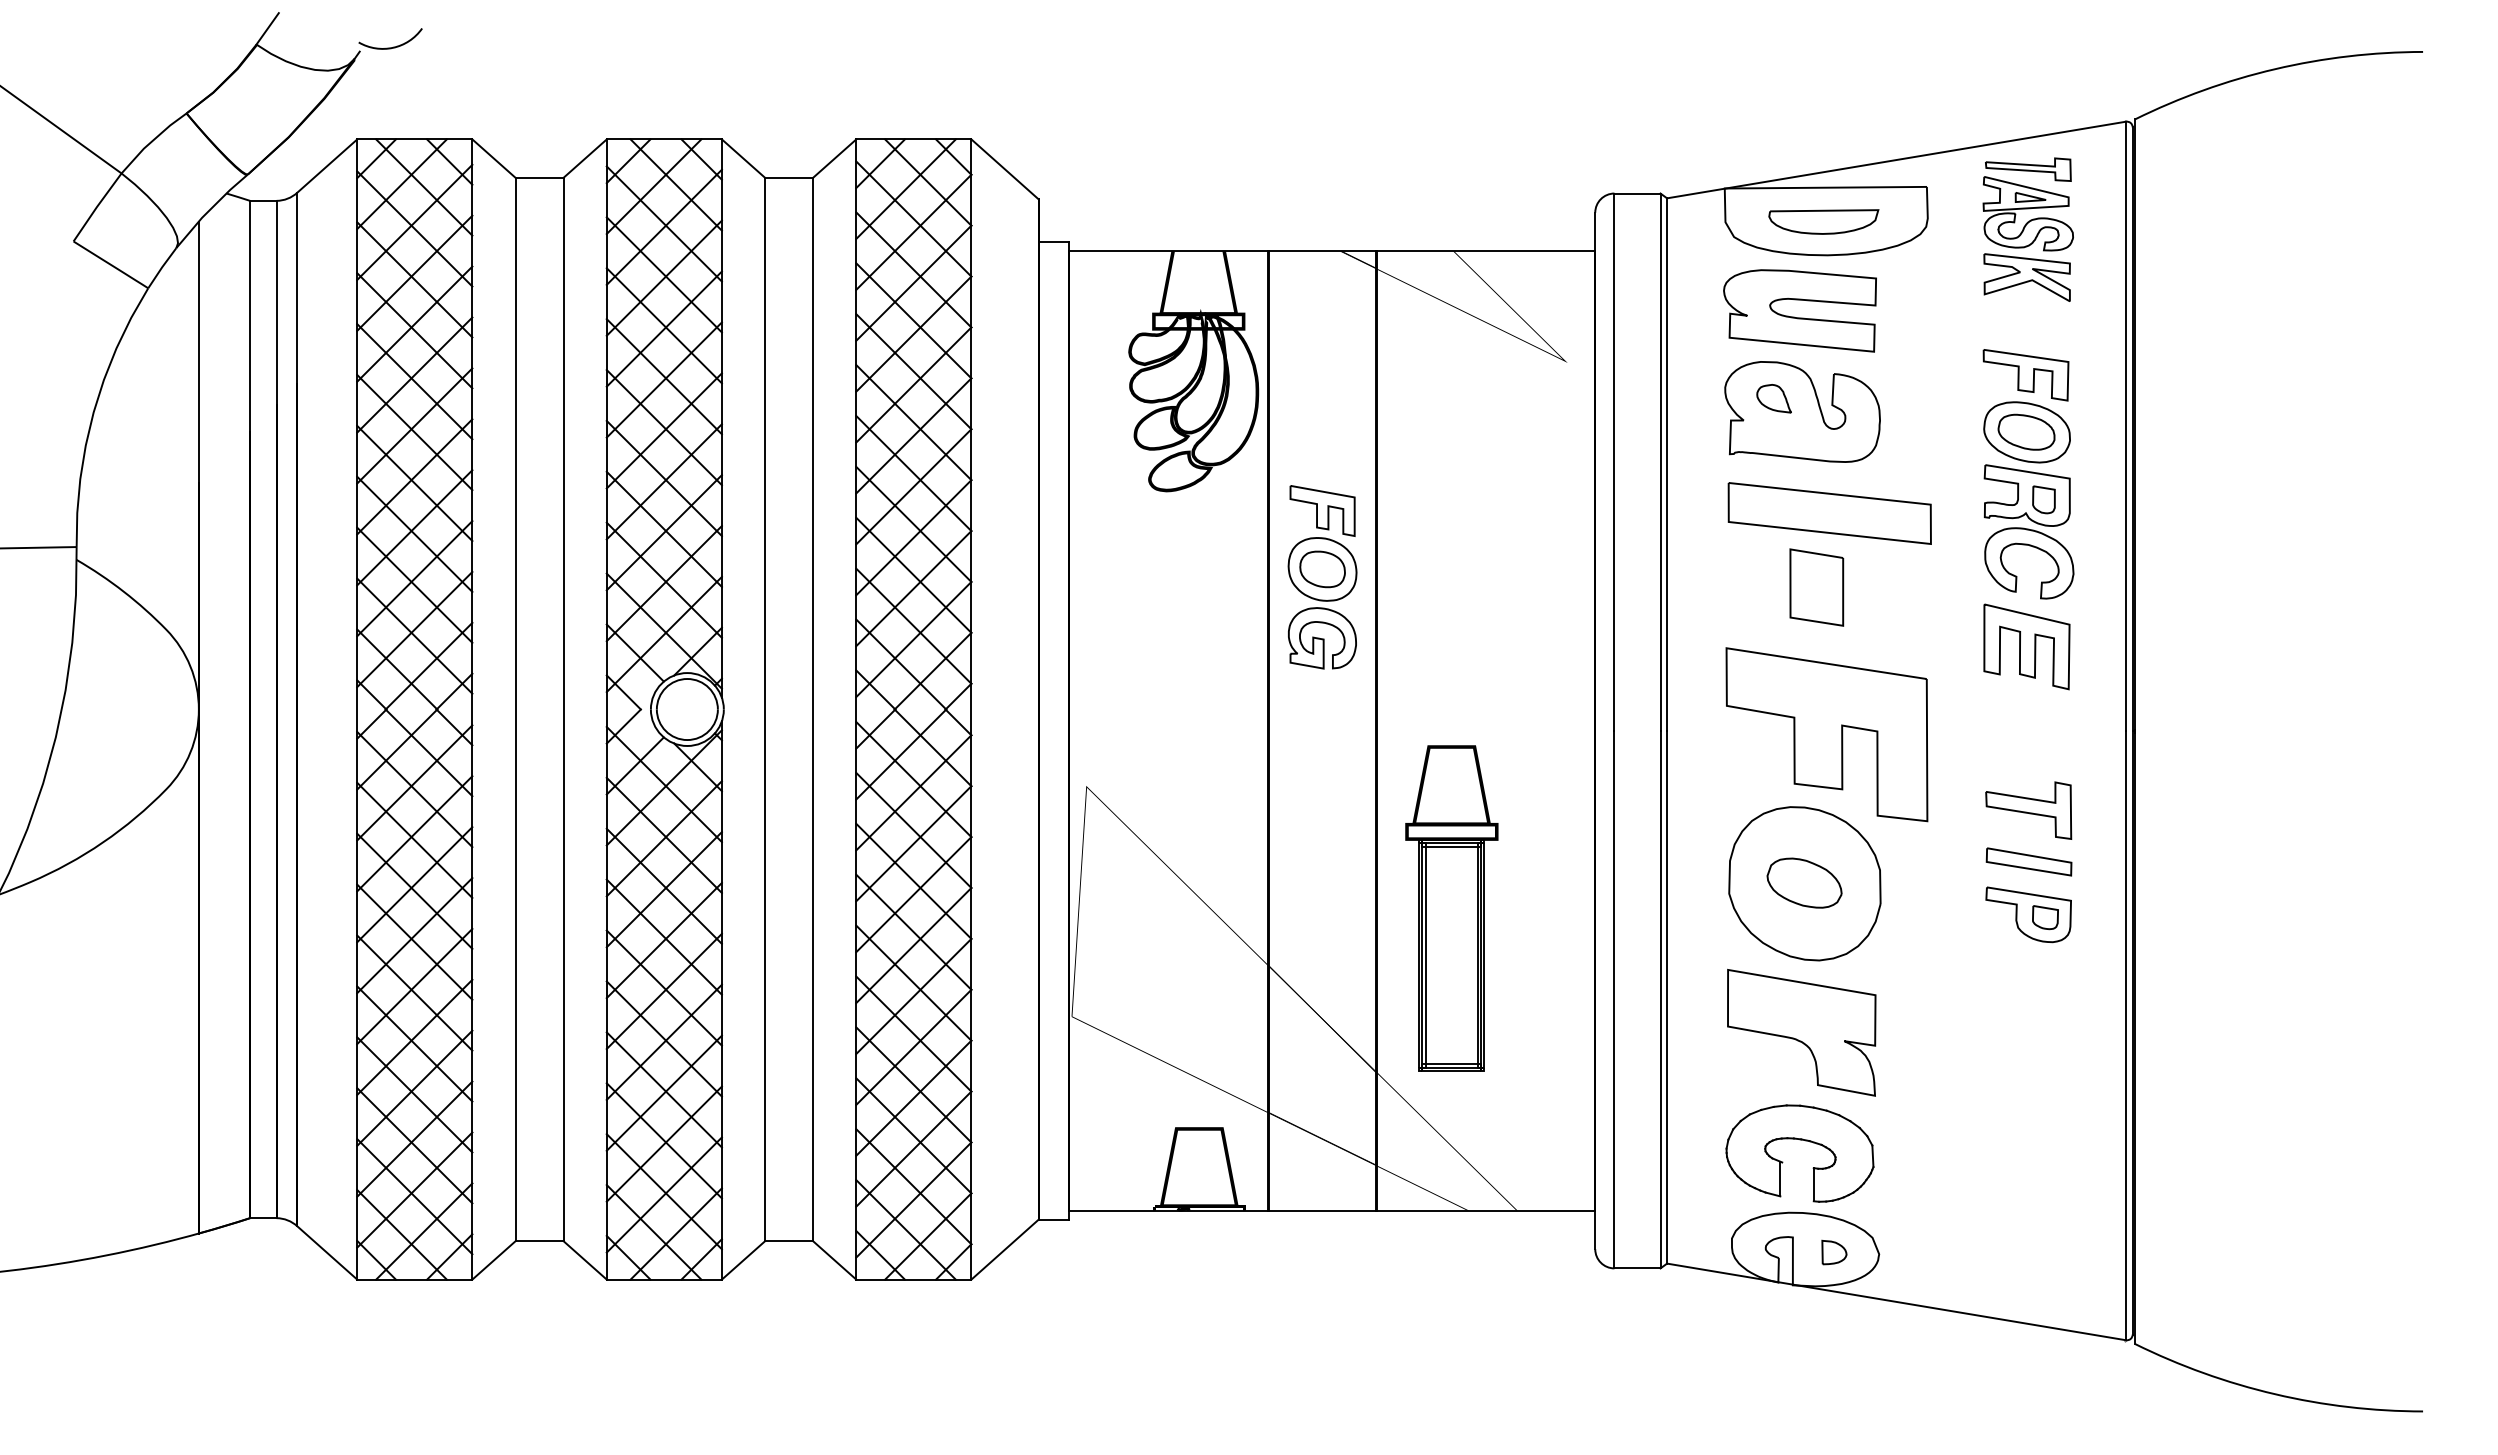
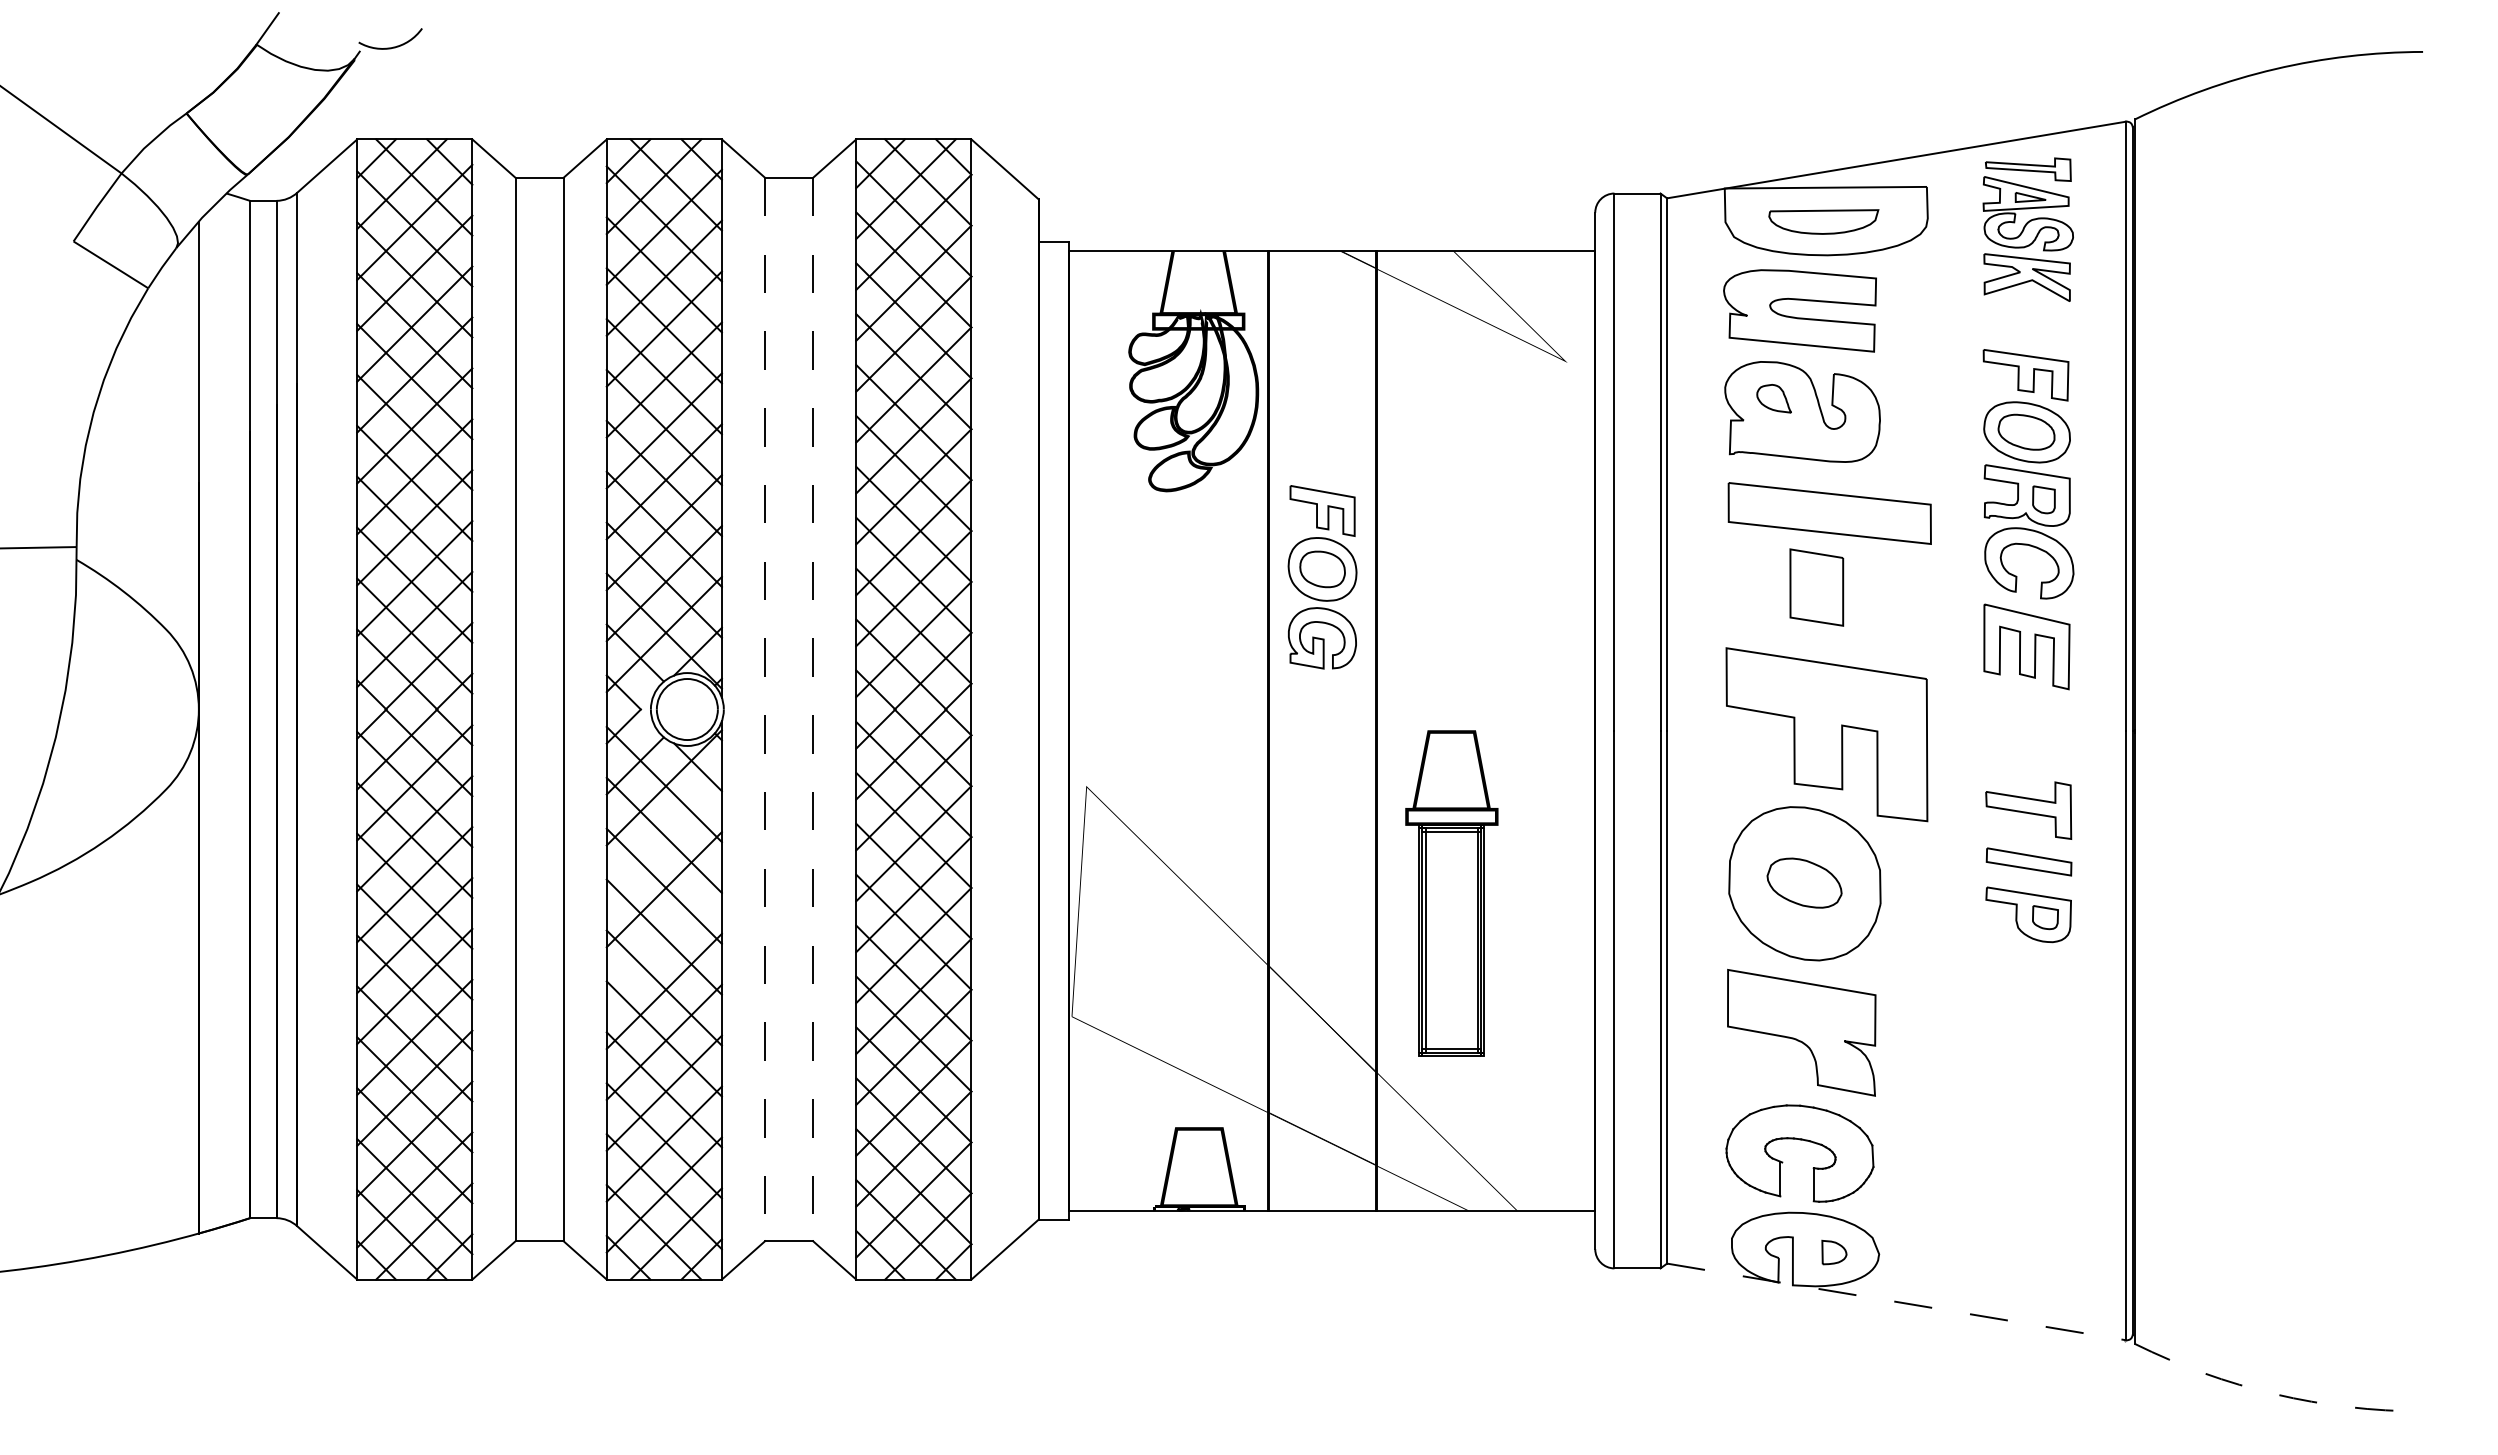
line at (765, 709): solid -> dashed
line at (813, 709): solid -> dashed
line at (663, 838): present -> none
part at (1451, 908) position: (1451, 908) -> (1451, 893)
line at (663, 940): present -> none
line at (1896, 1301): solid -> dashed
arc at (2275, 1394): solid -> dashed
